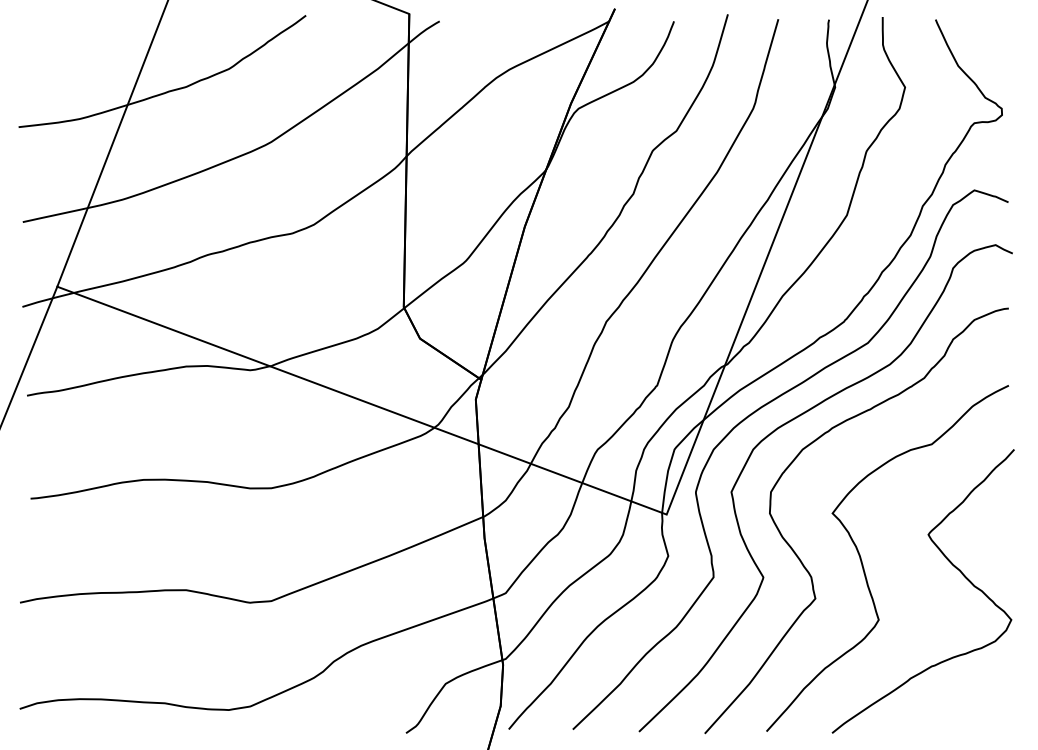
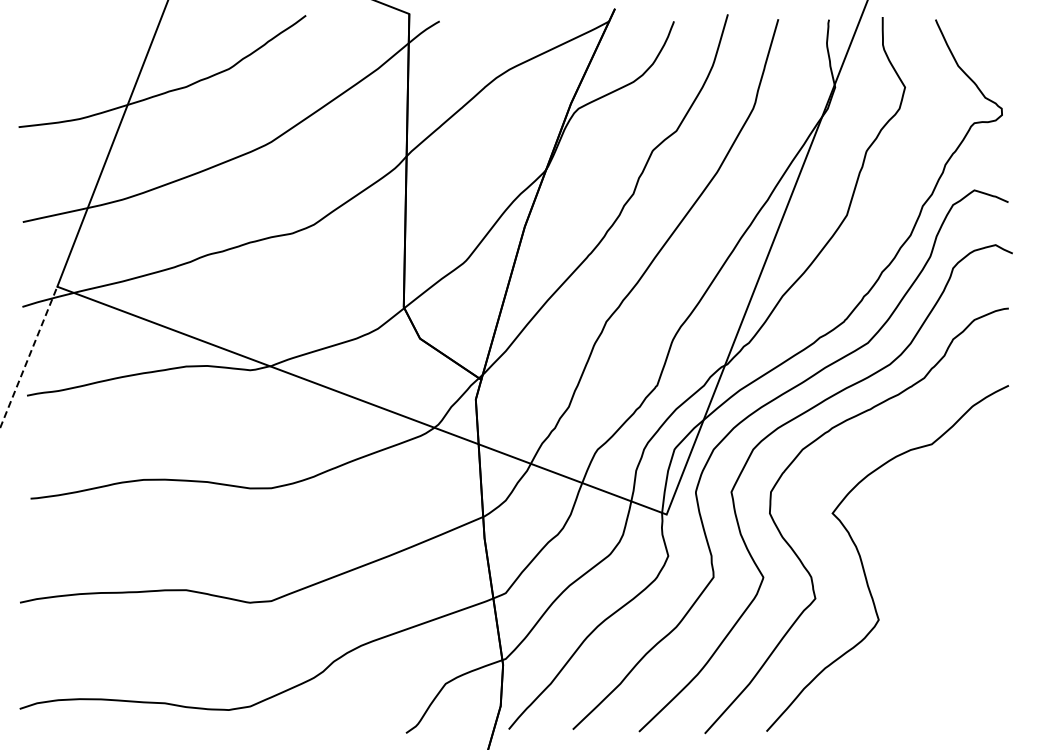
line at (28, 357): solid -> dashed
curve at (950, 563): present -> none
